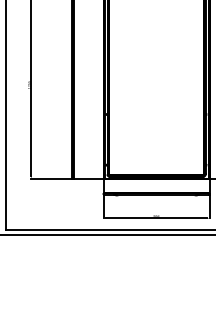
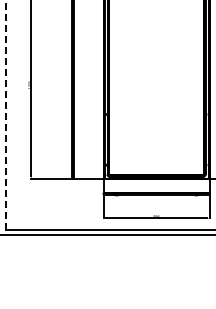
line at (6, 115): solid -> dashed
